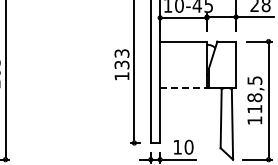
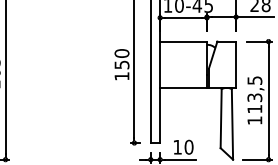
text at (121, 58): 133 -> 150
line at (184, 88): dashed -> solid
text at (254, 97): 118,5 -> 113,5
